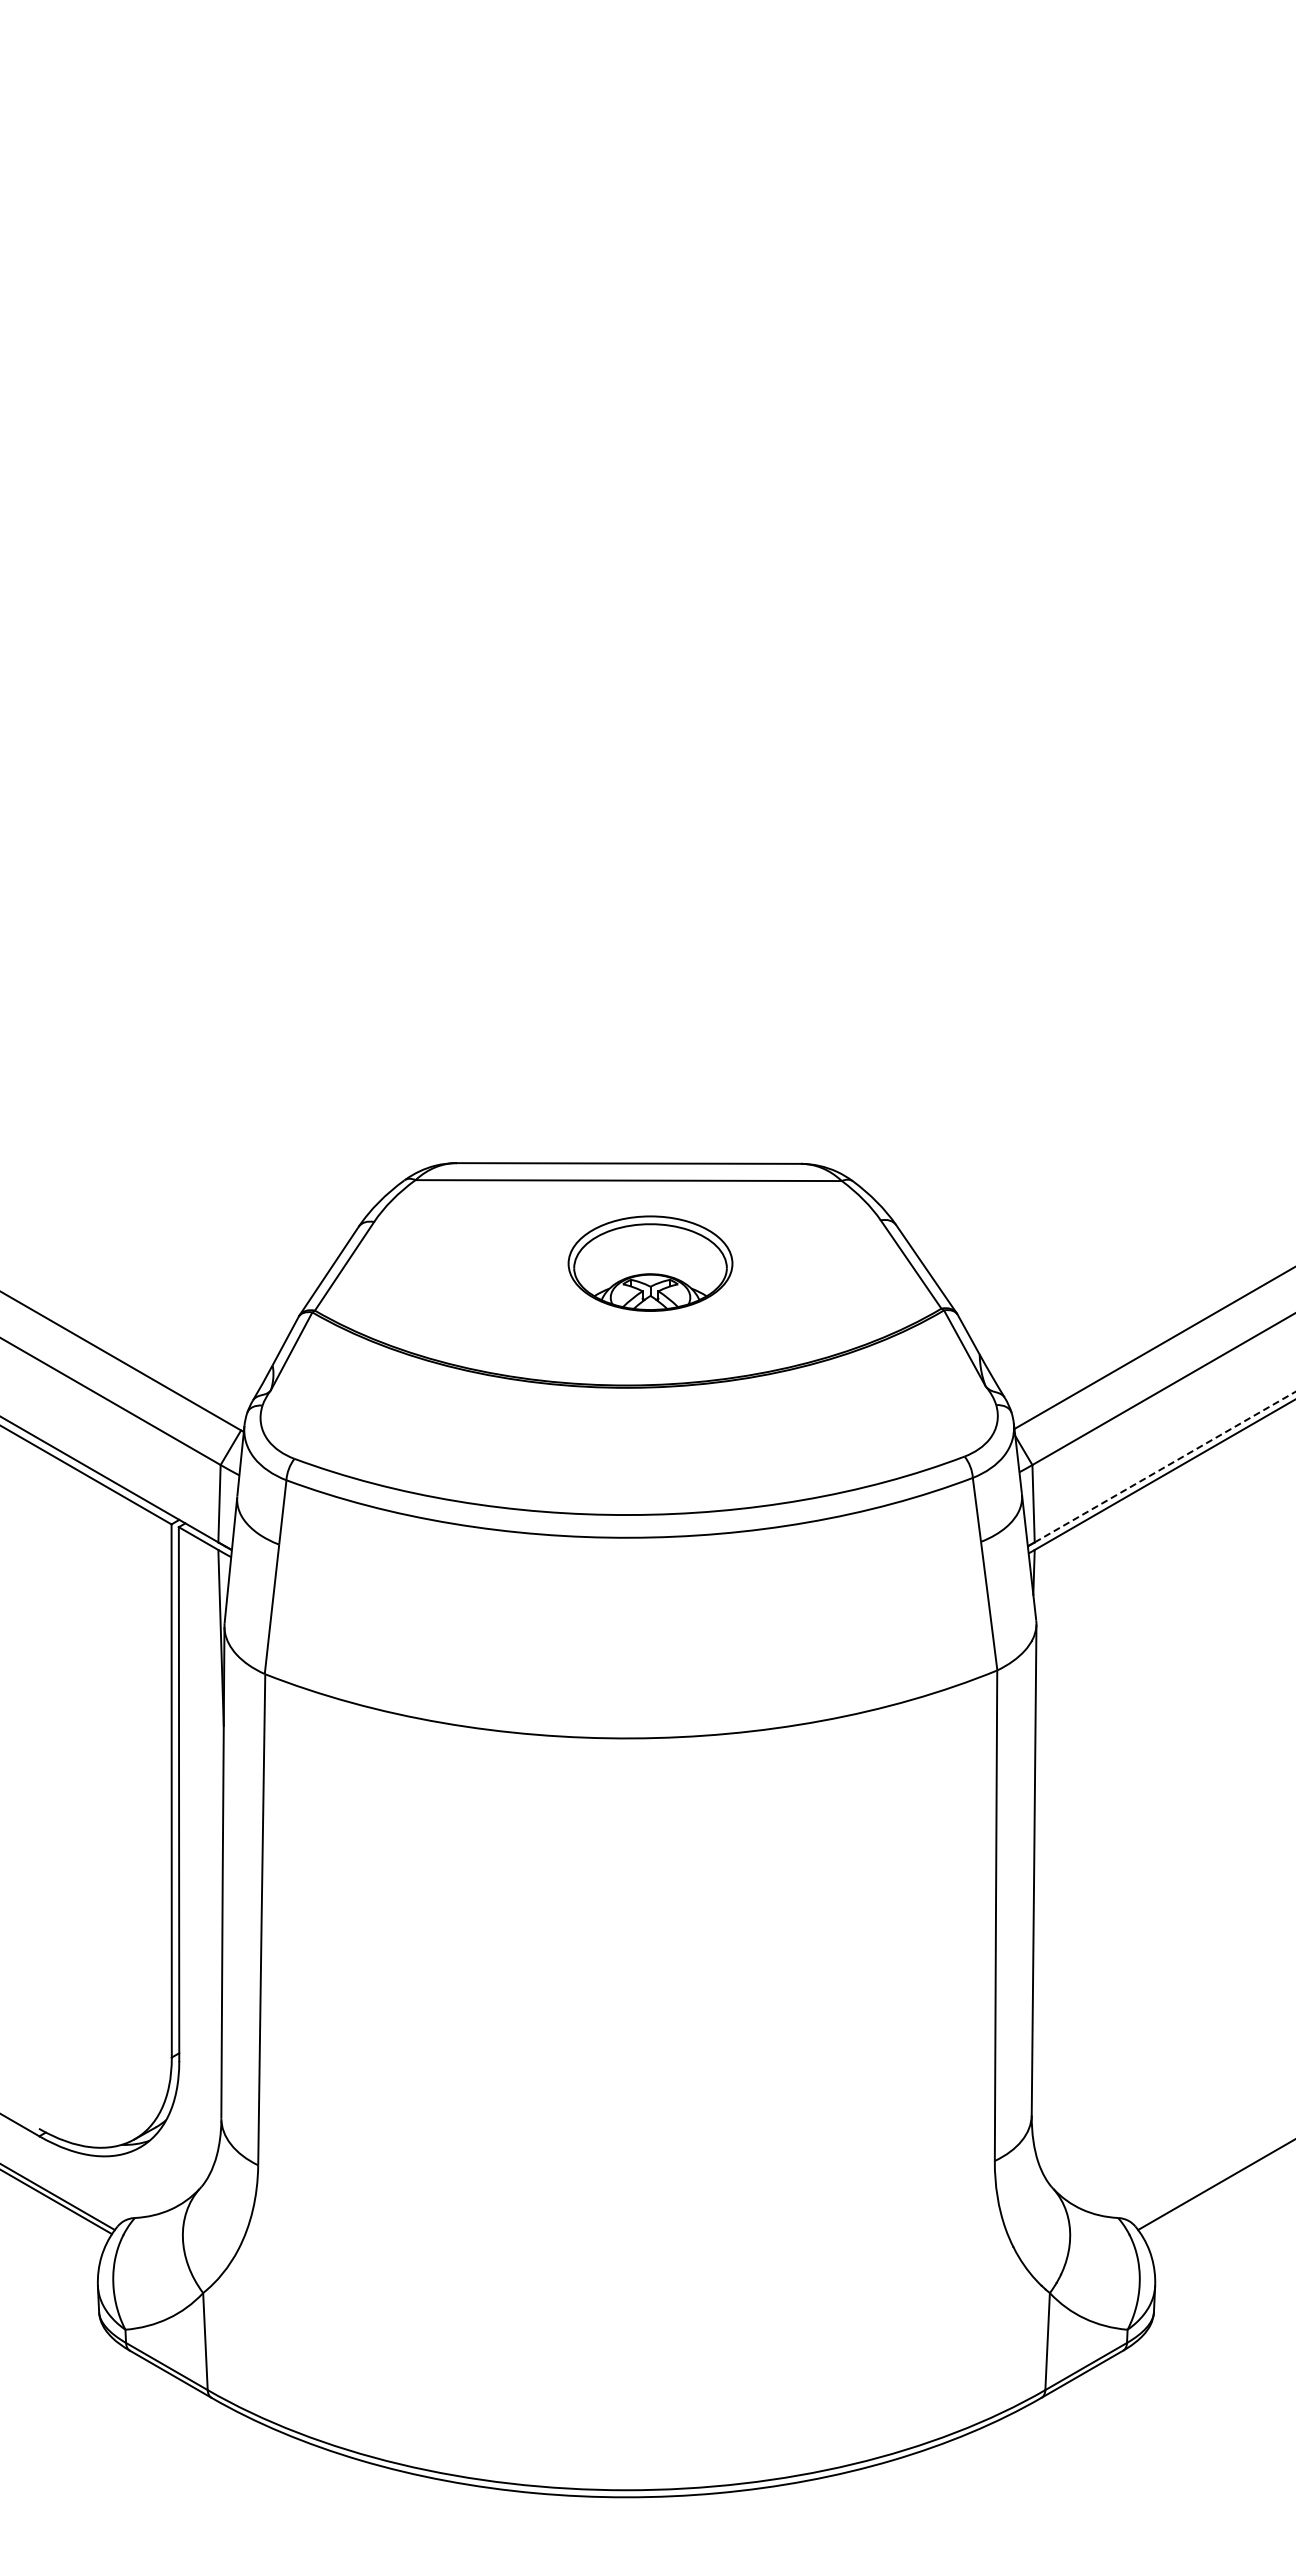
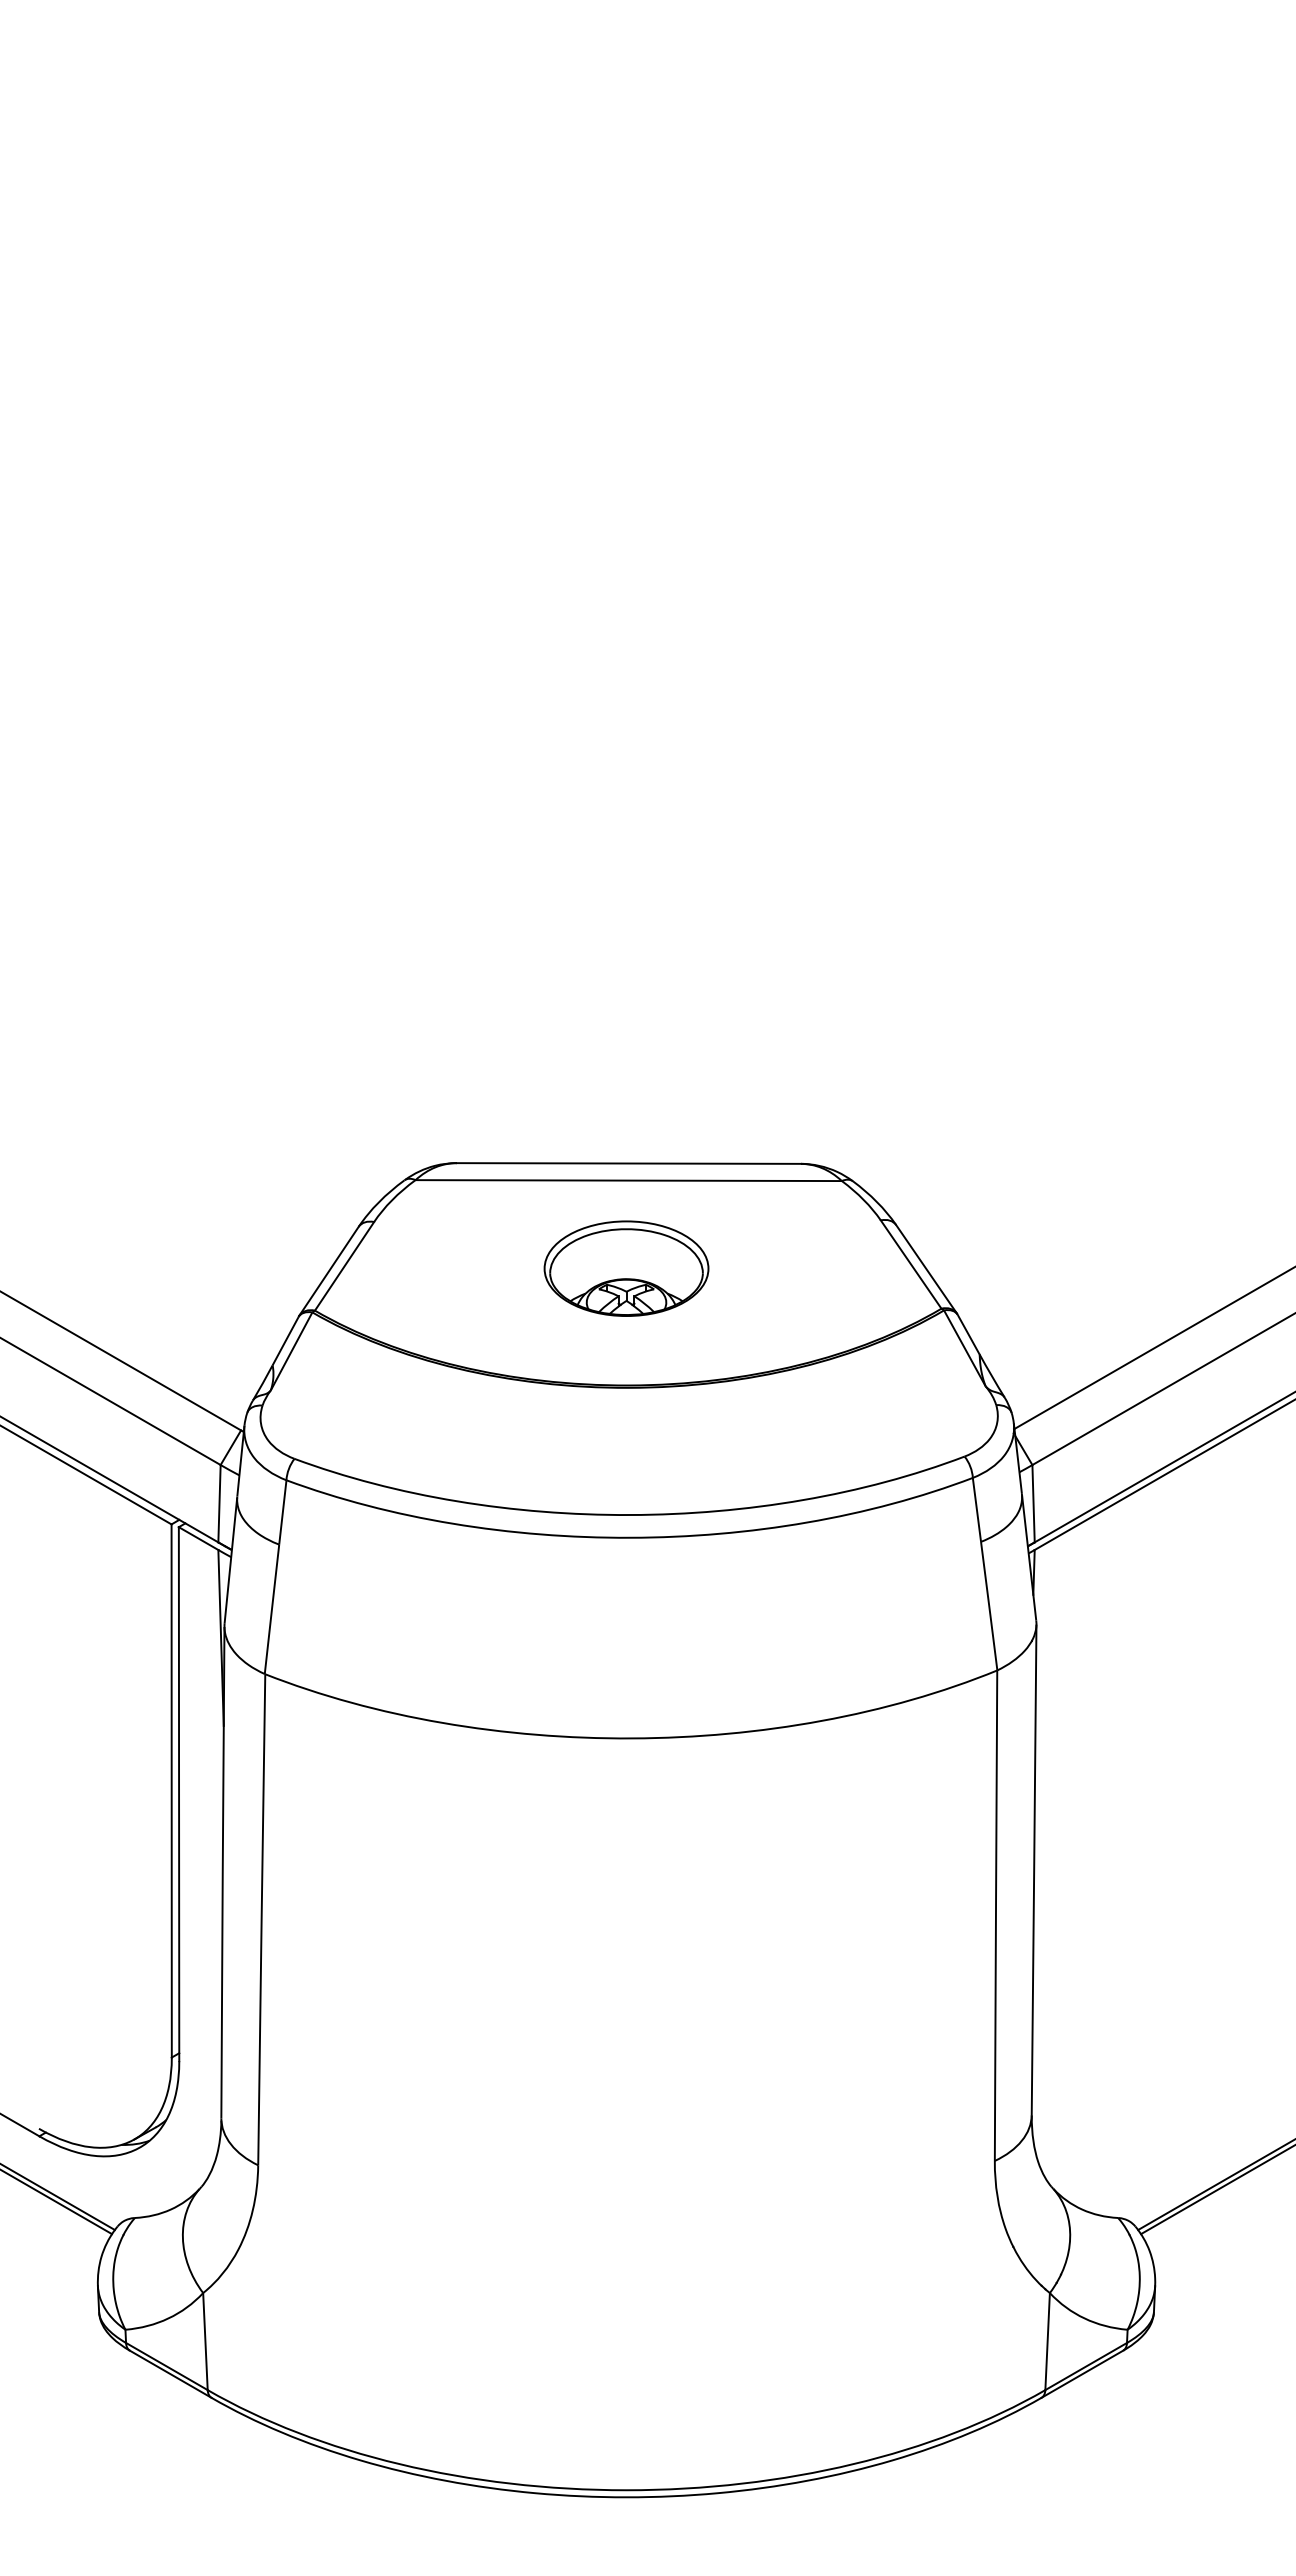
part at (650, 1263) position: (650, 1263) -> (626, 1268)
line at (1165, 1466): dashed -> solid
line at (1216, 2190): none -> present
